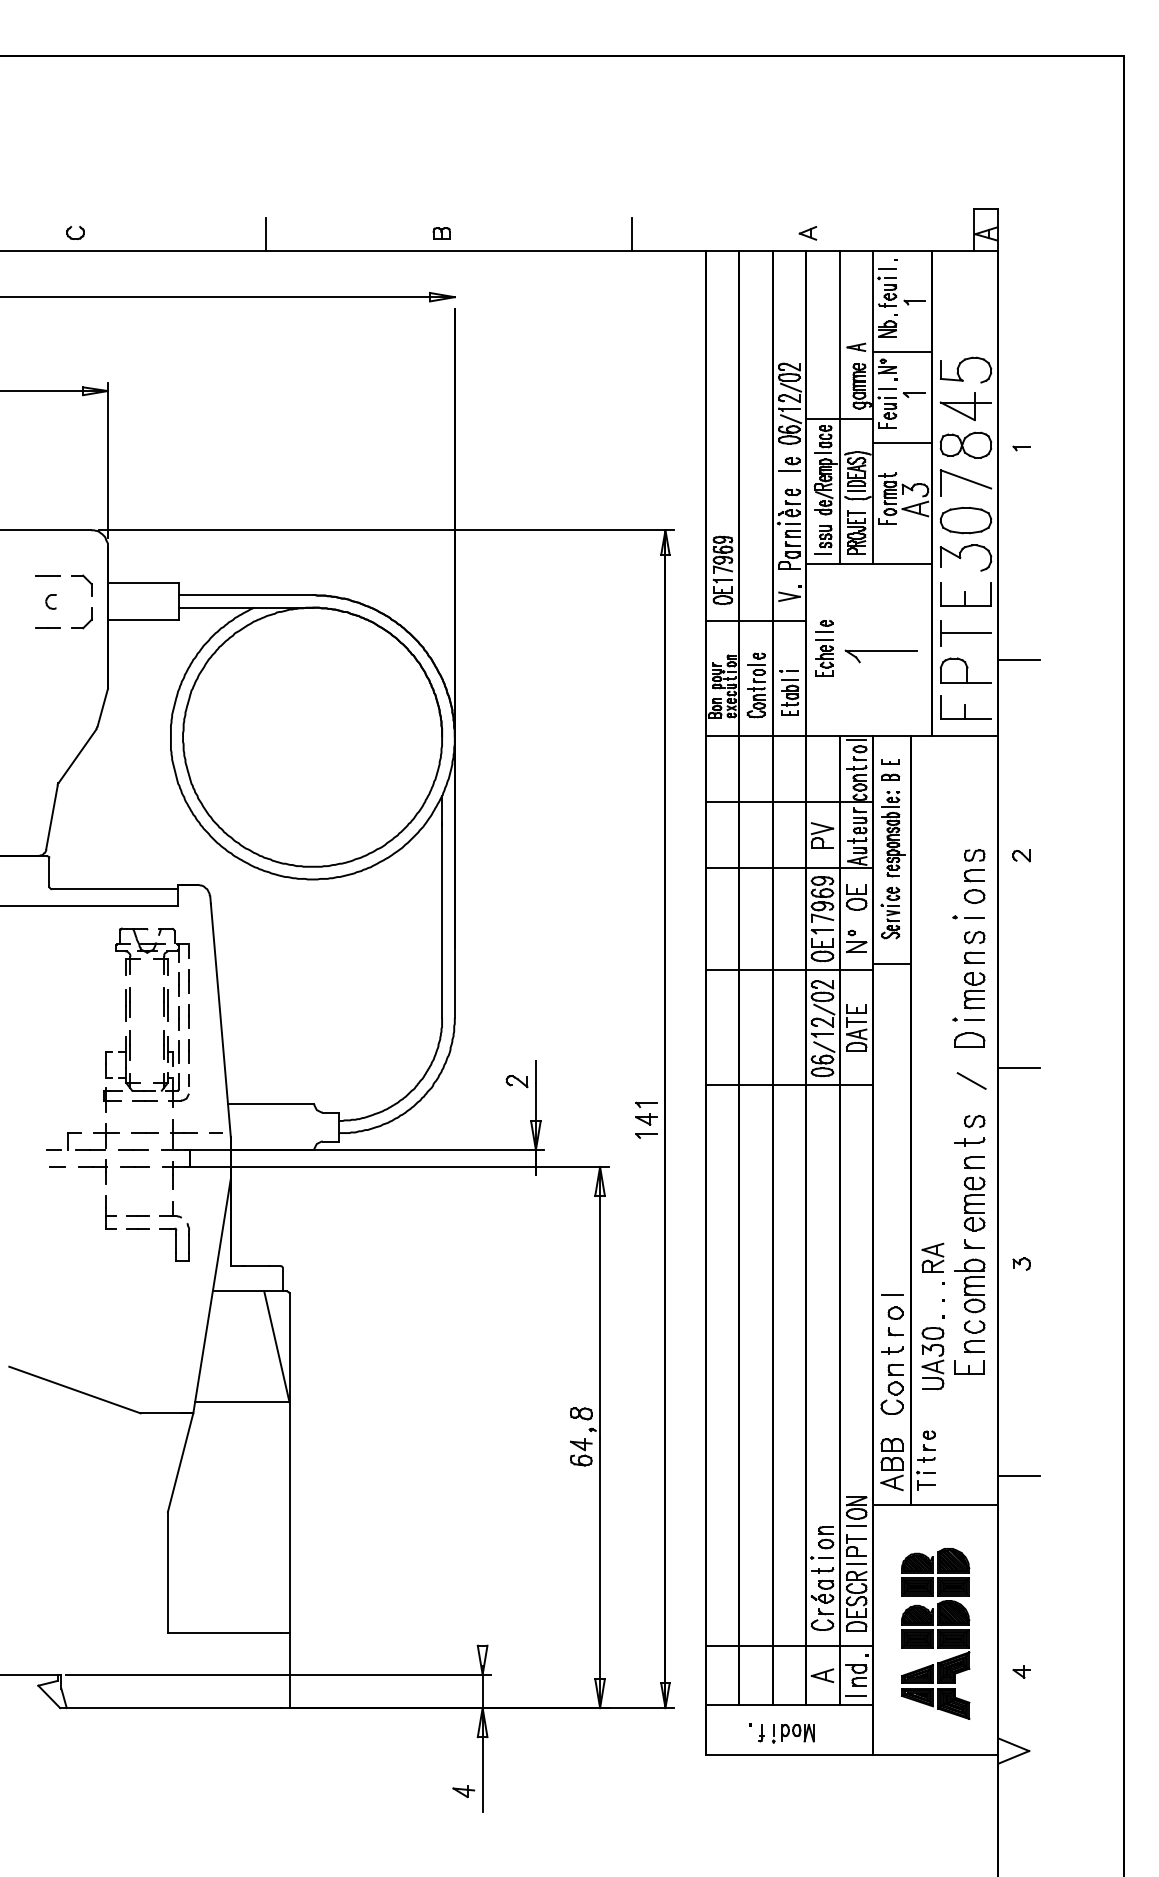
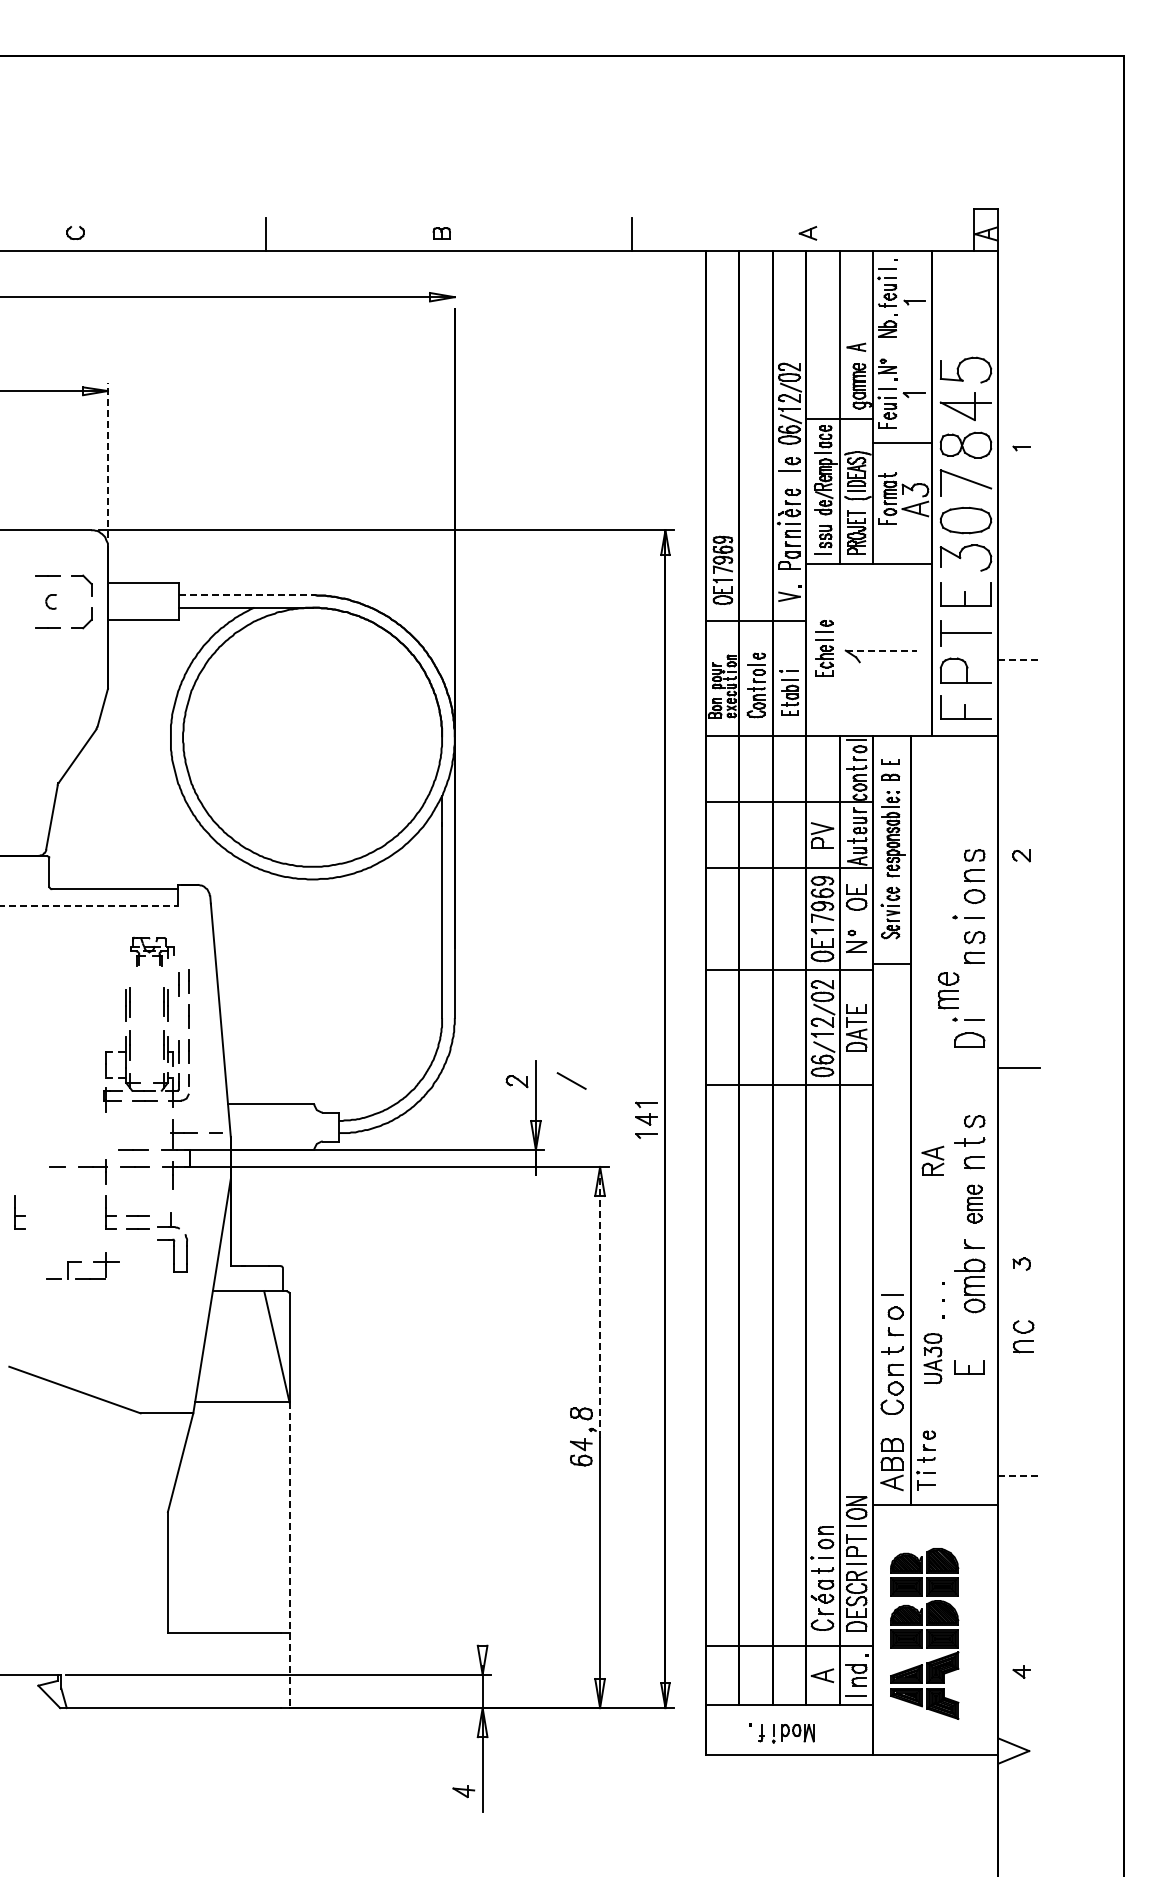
line at (902, 351): present -> none
line at (107, 460): solid -> dashed
line at (245, 595): solid -> dashed
line at (881, 650): solid -> dashed
line at (1019, 659): solid -> dashed
line at (89, 906): solid -> dashed
part at (152, 951) size: 75x49 px -> 45x31 px
part at (974, 990) position: (974, 990) -> (948, 990)
line at (178, 1018): present -> none
line at (971, 1080) position: (971, 1080) -> (571, 1080)
line at (144, 1132): present -> none
part at (82, 1136) position: (82, 1136) -> (82, 1265)
part at (974, 1203) size: 22x56 px -> 16x40 px
part at (19, 1212): none -> present
part at (174, 1231) position: (174, 1231) -> (172, 1242)
part at (932, 1257) position: (932, 1257) -> (932, 1160)
line at (600, 1302): solid -> dashed
part at (974, 1336) position: (974, 1336) -> (1023, 1336)
part at (932, 1358) size: 24x64 px -> 20x52 px
line at (1019, 1476): solid -> dashed
line at (289, 1555): solid -> dashed
part at (935, 1633) position: (935, 1633) -> (924, 1633)
